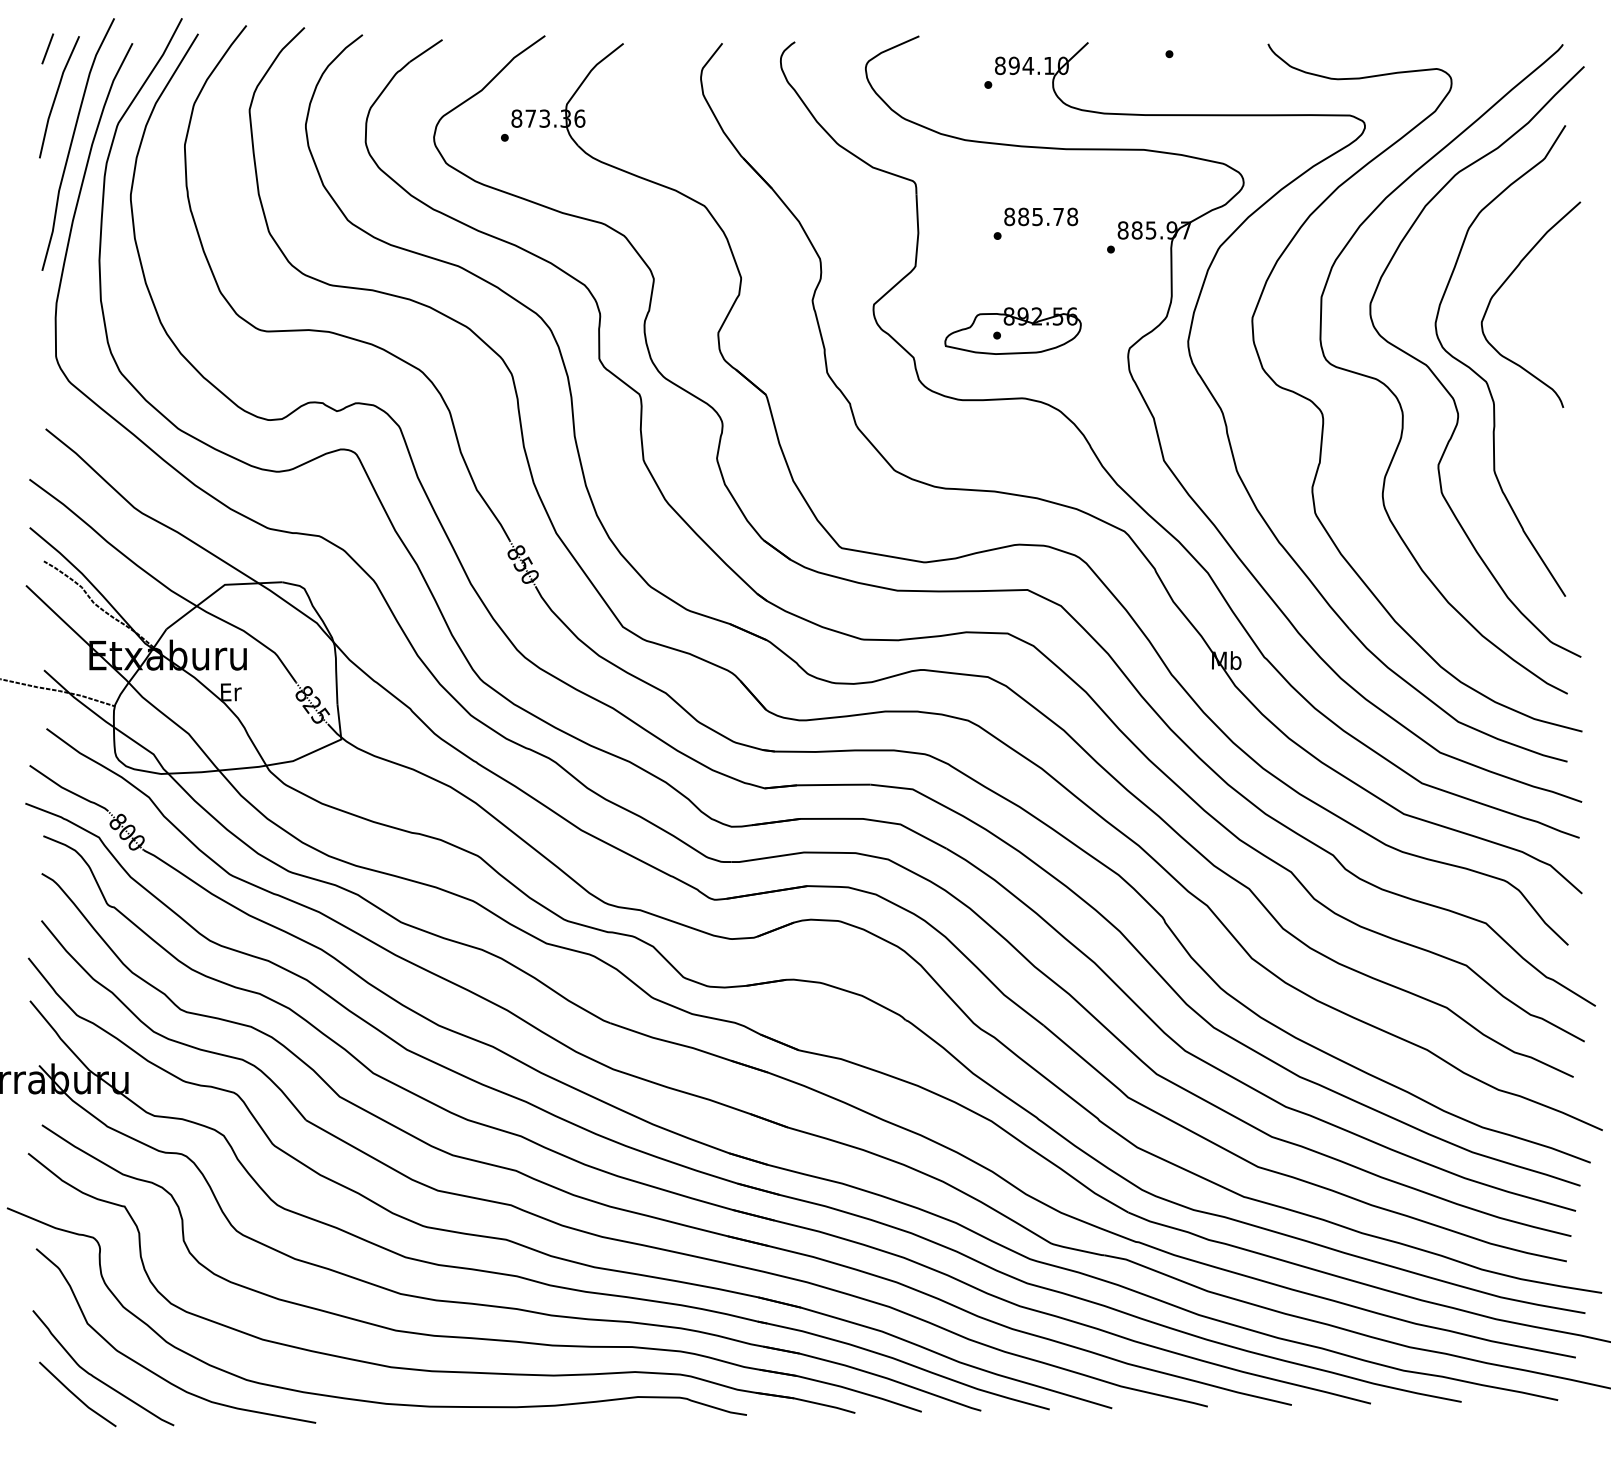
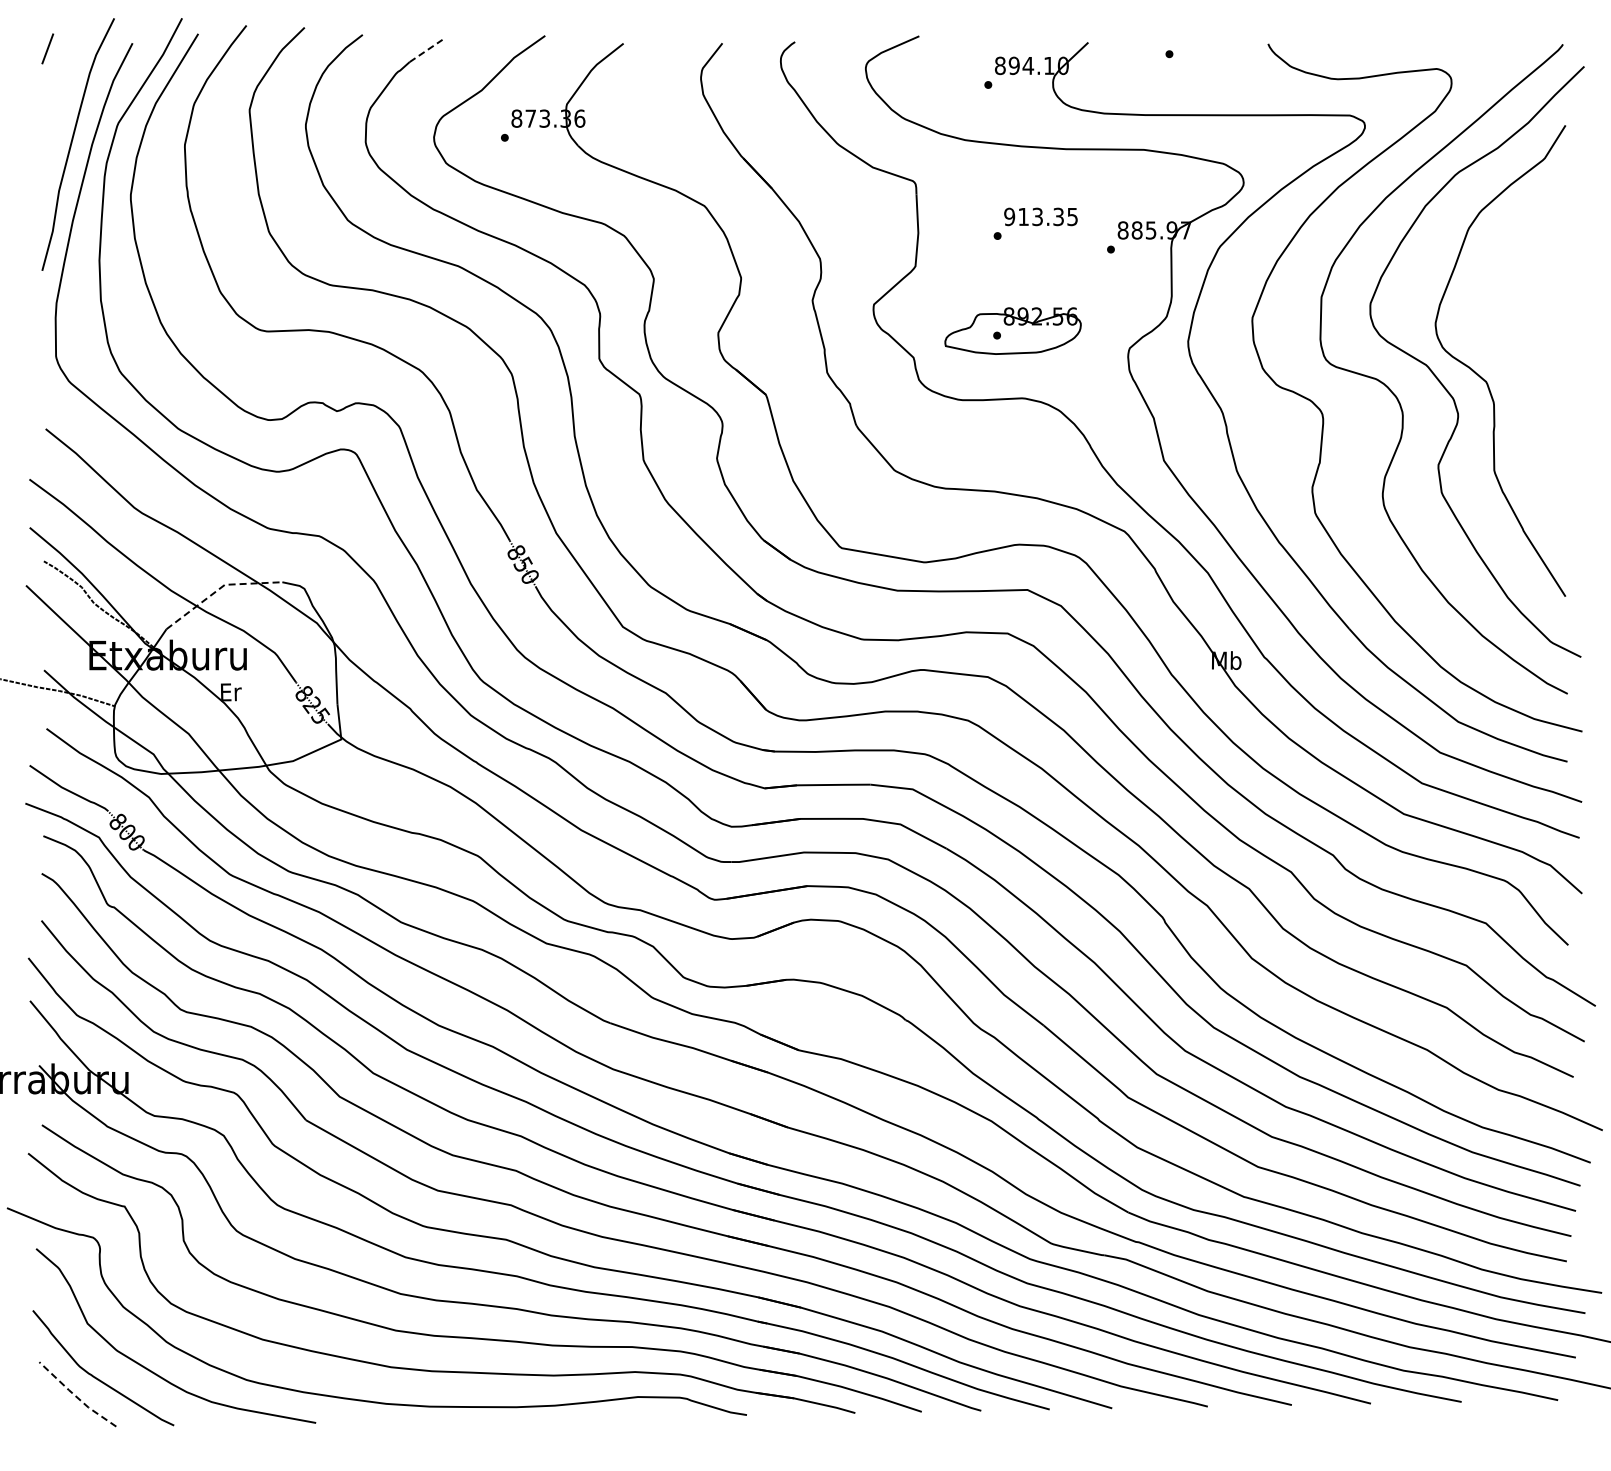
line at (426, 50): solid -> dashed
line at (56, 97): present -> none
text at (1041, 216): 885.78 -> 913.35
curve at (1507, 280): present -> none
line at (219, 589): solid -> dashed
line at (76, 1396): solid -> dashed
